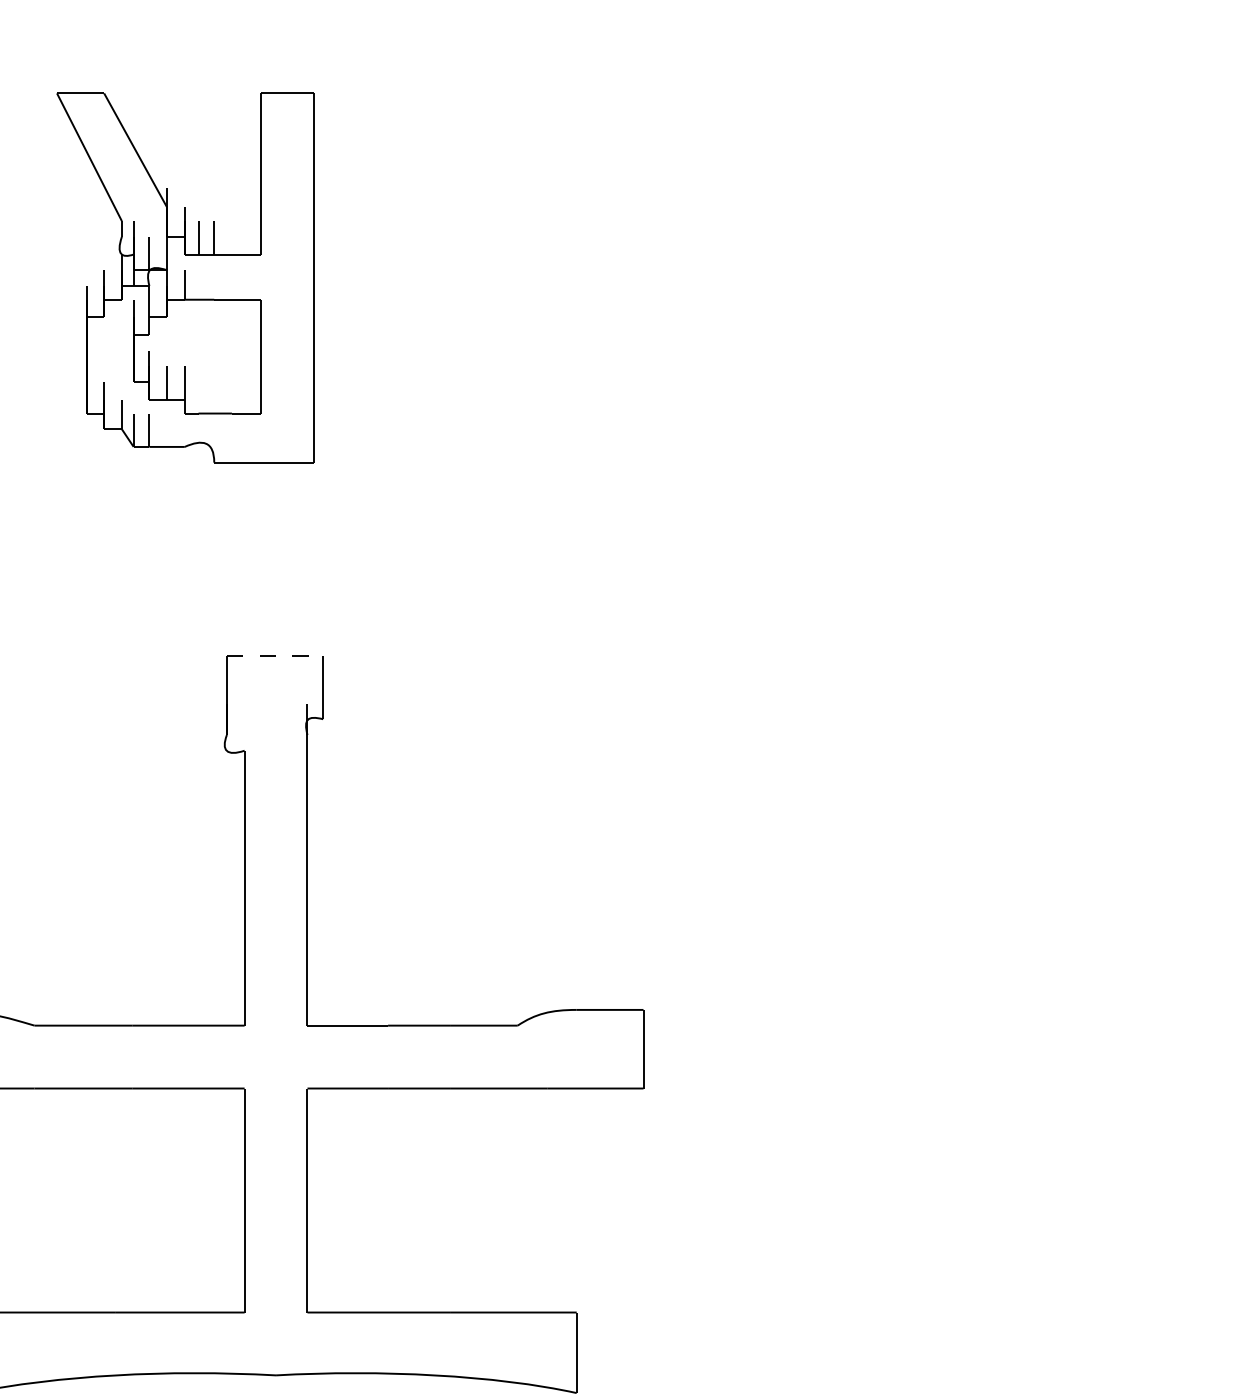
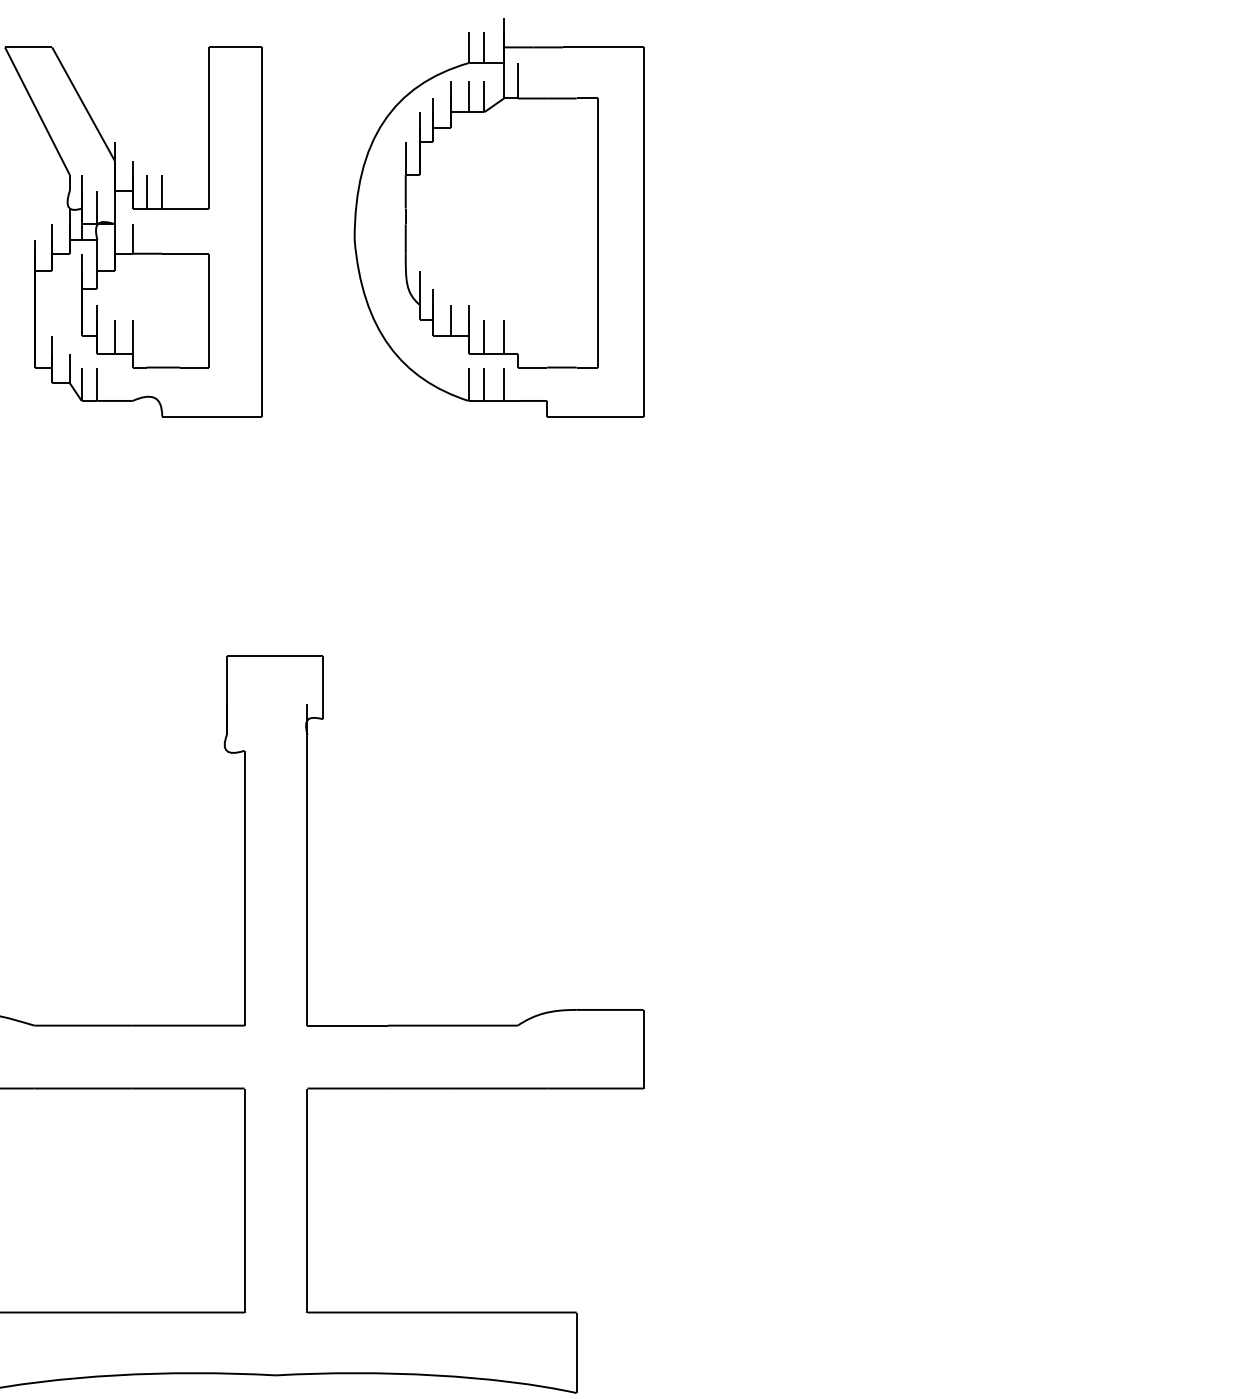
part at (498, 217): none -> present
part at (185, 277) position: (185, 277) -> (133, 231)
line at (275, 656): dashed -> solid
